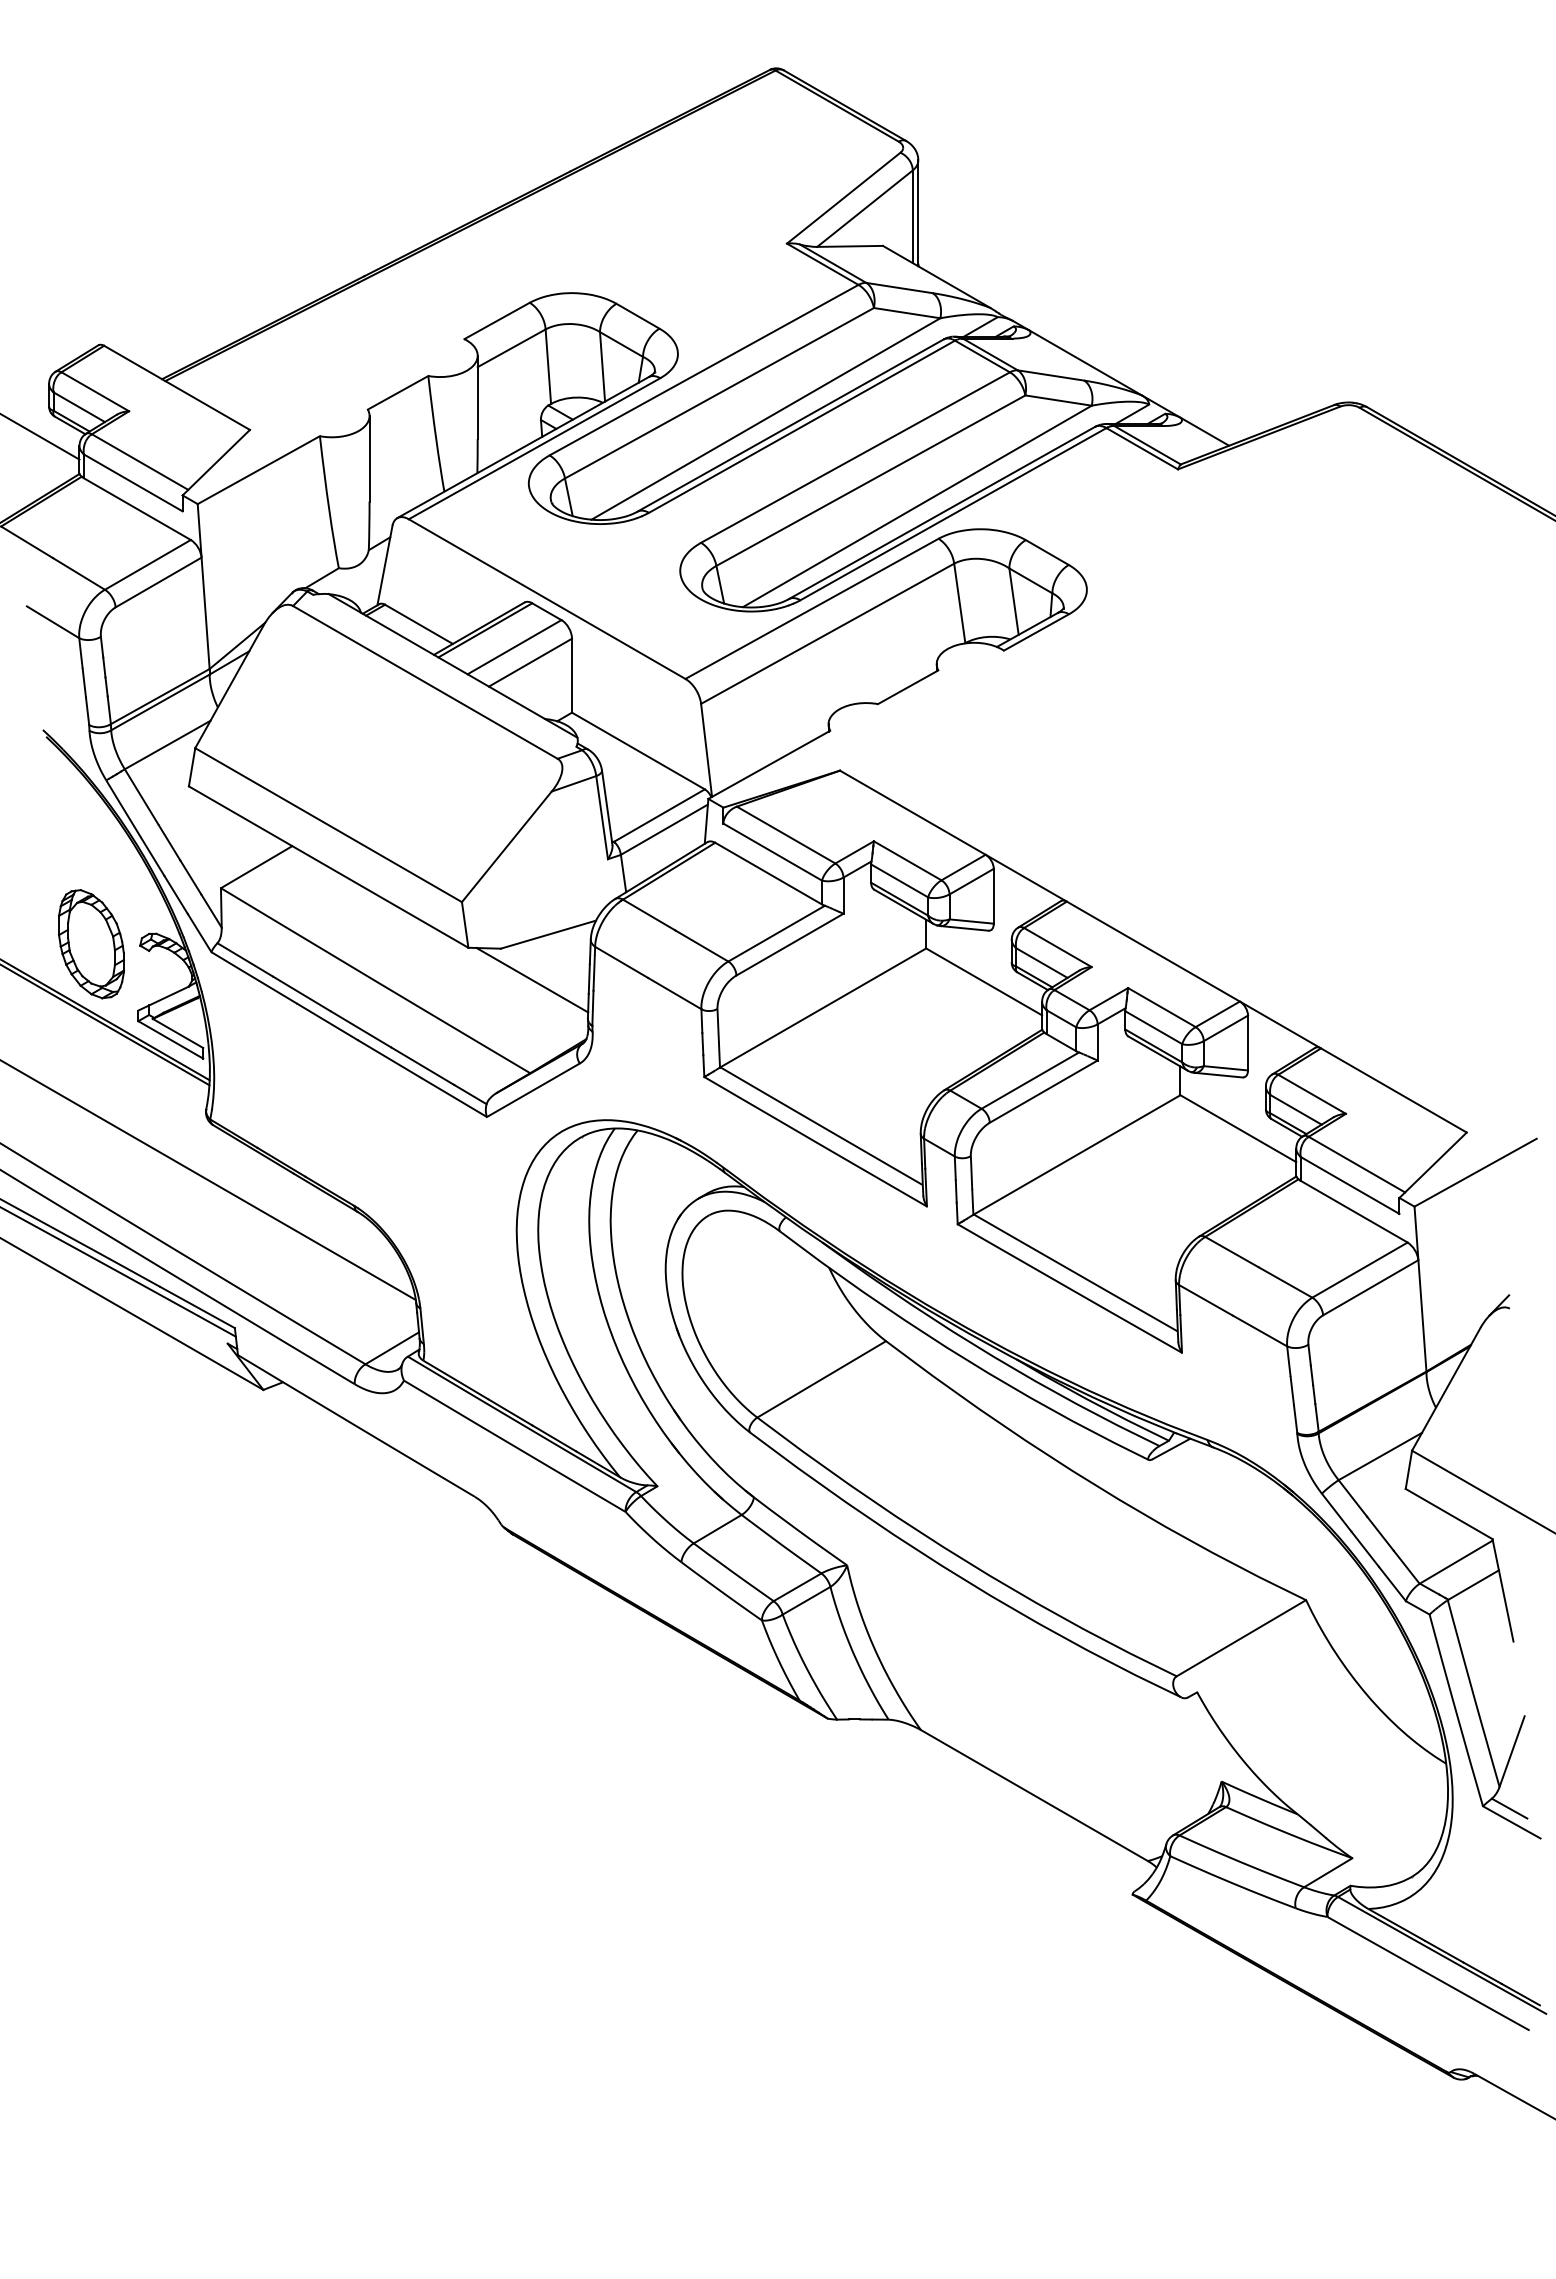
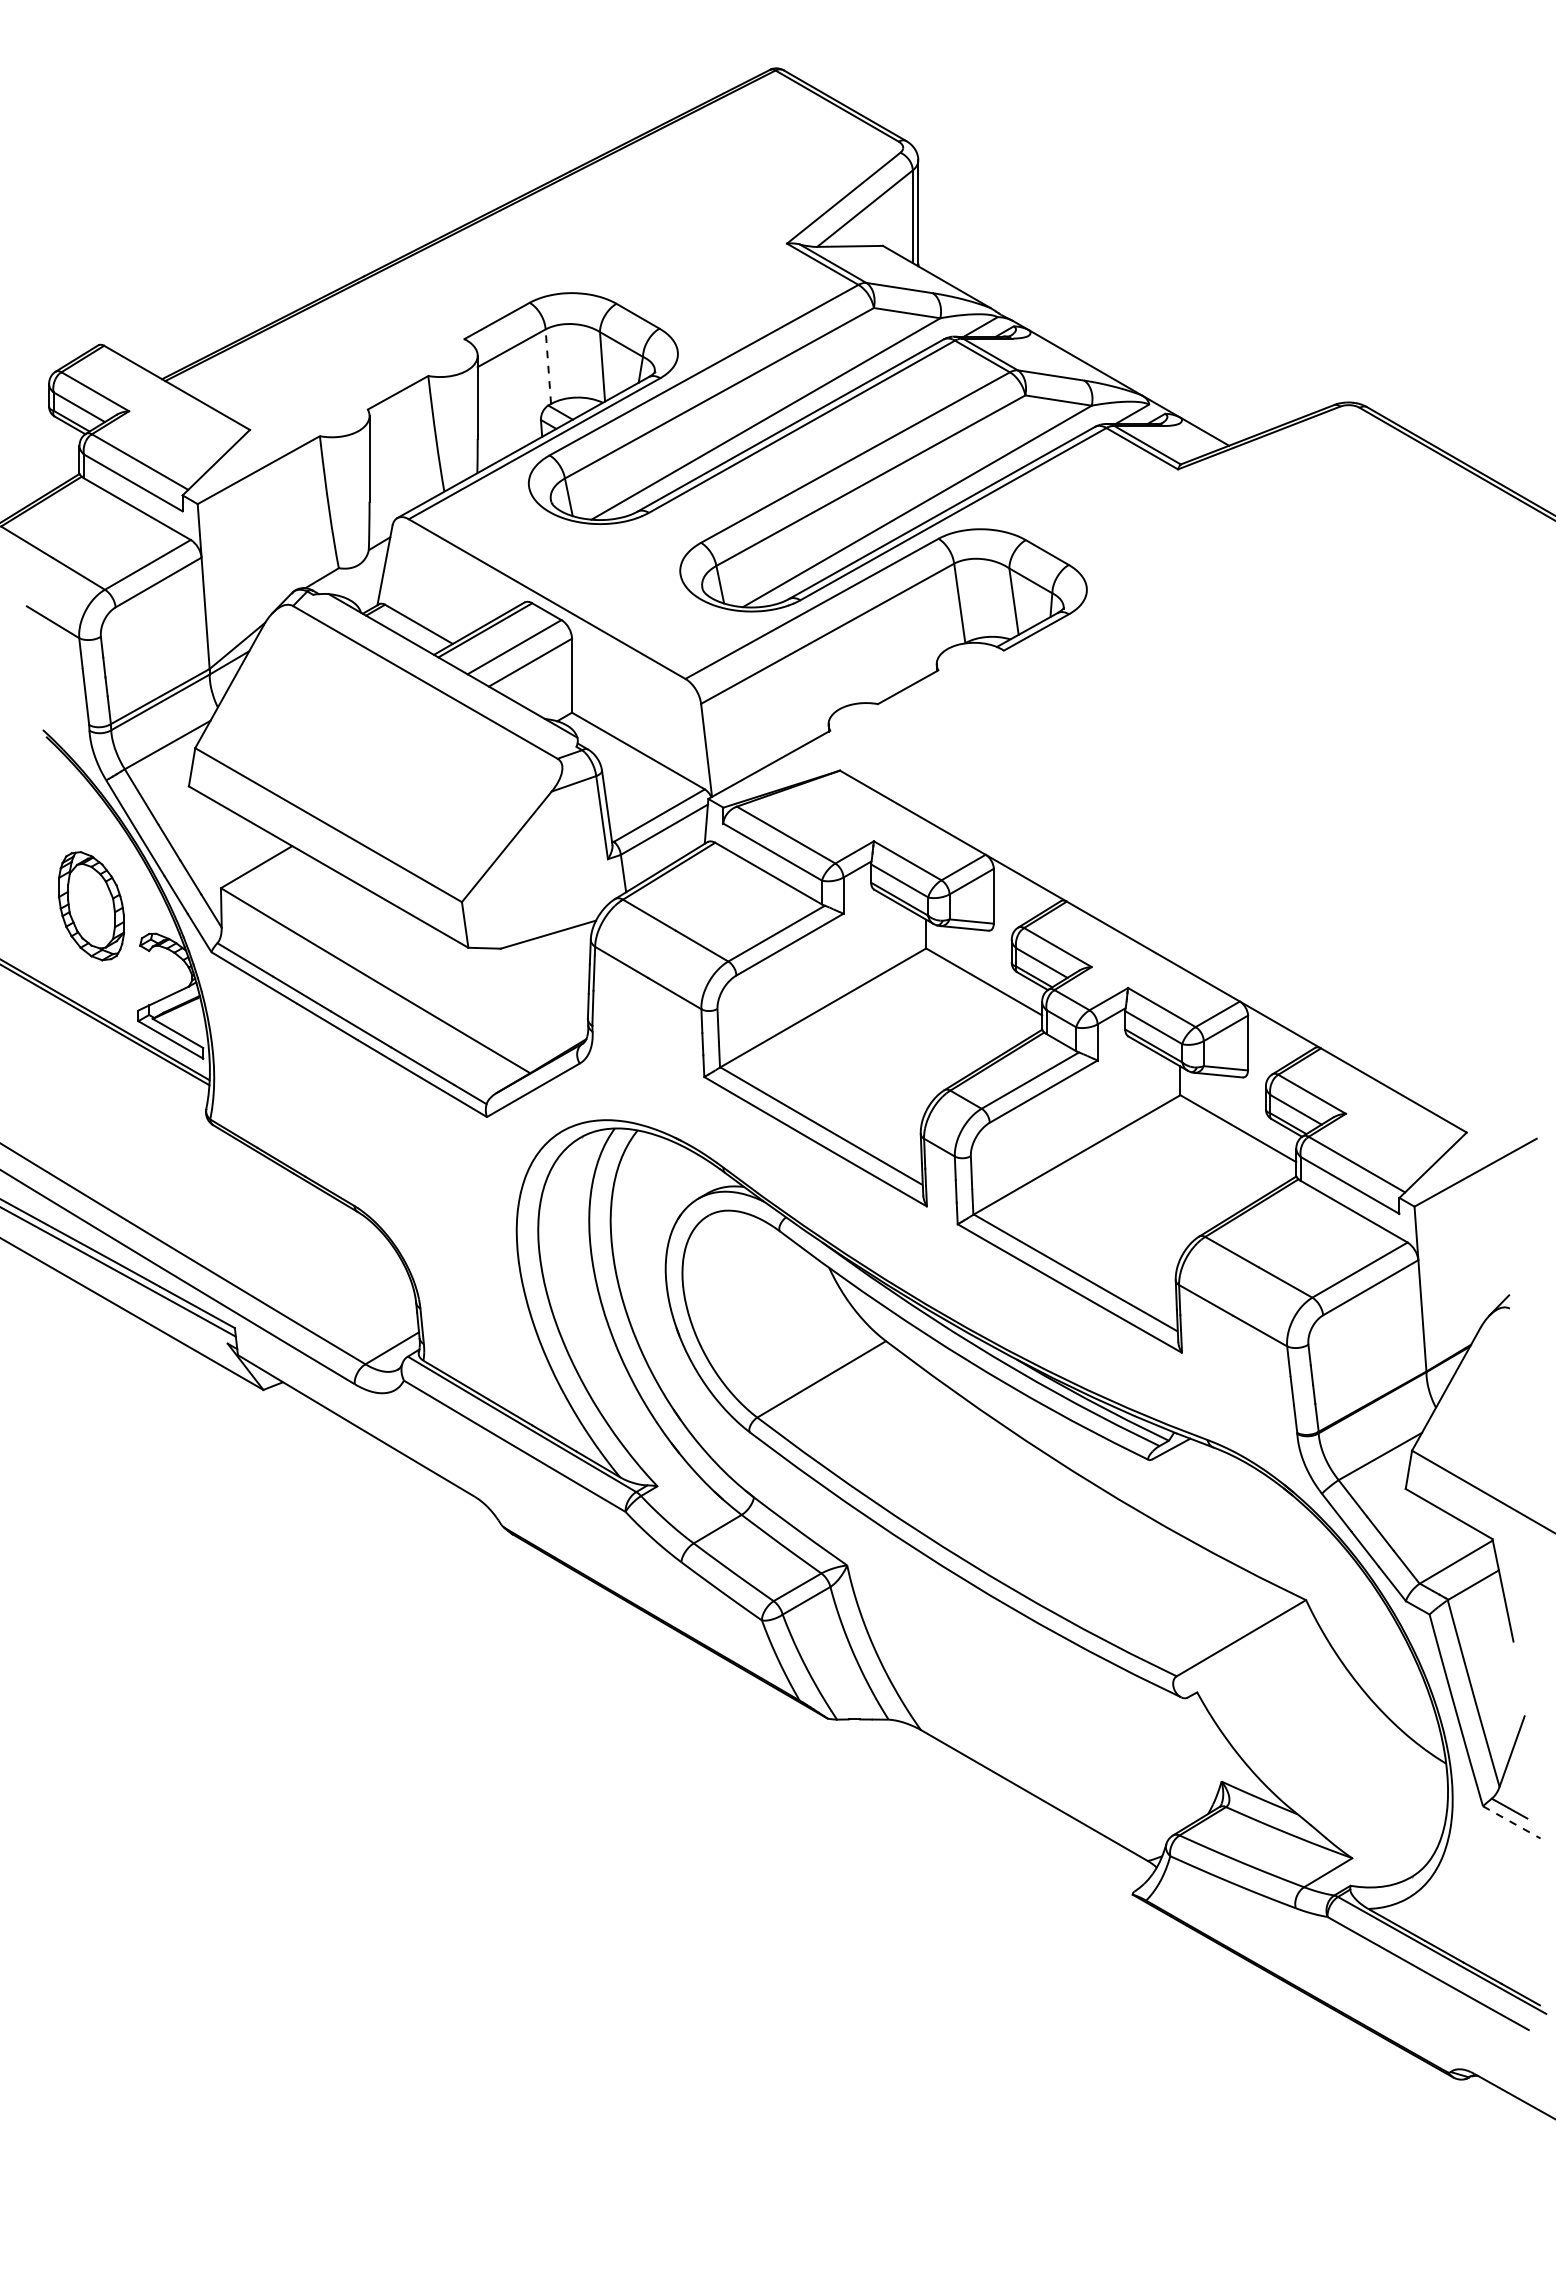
line at (548, 366): solid -> dashed
line at (40, 437): present -> none
part at (91, 944) position: (91, 944) -> (91, 906)
line at (532, 980): present -> none
line at (208, 1180): present -> none
line at (1511, 1822): solid -> dashed
